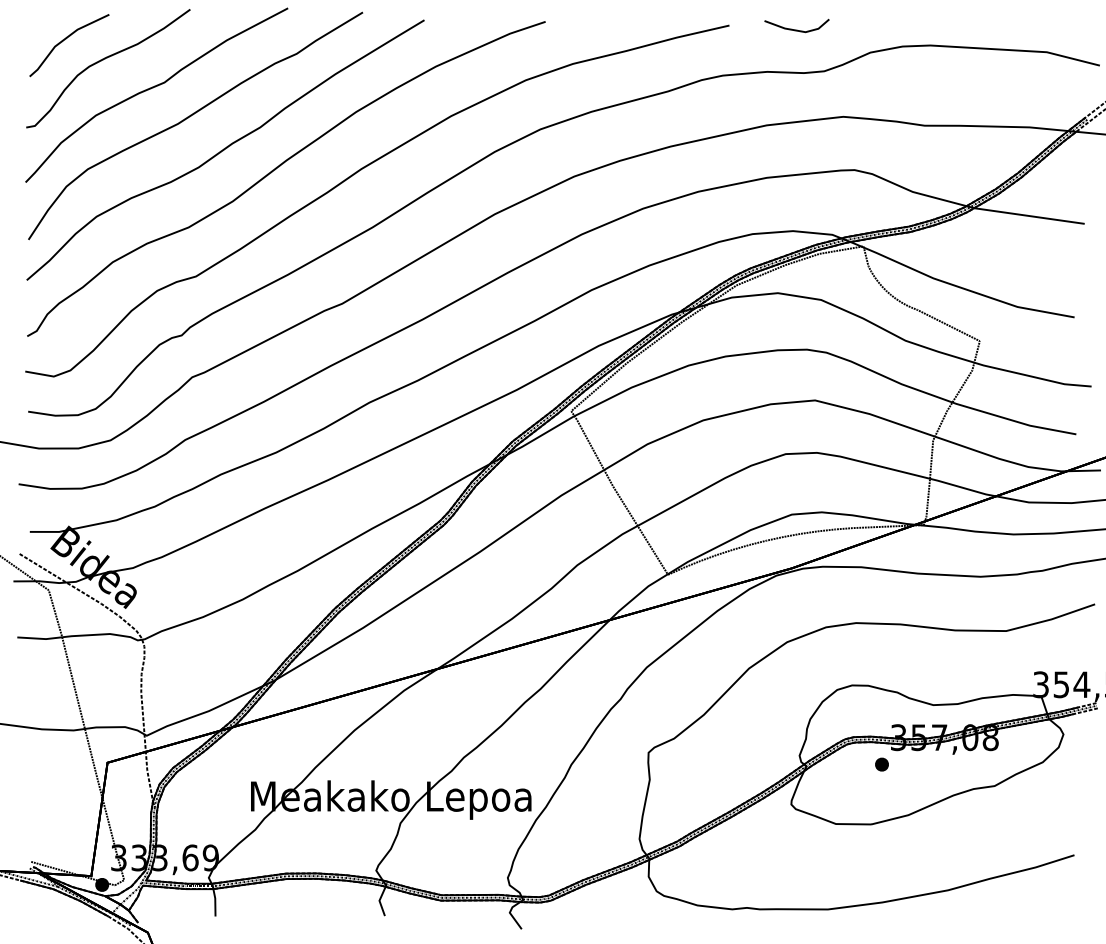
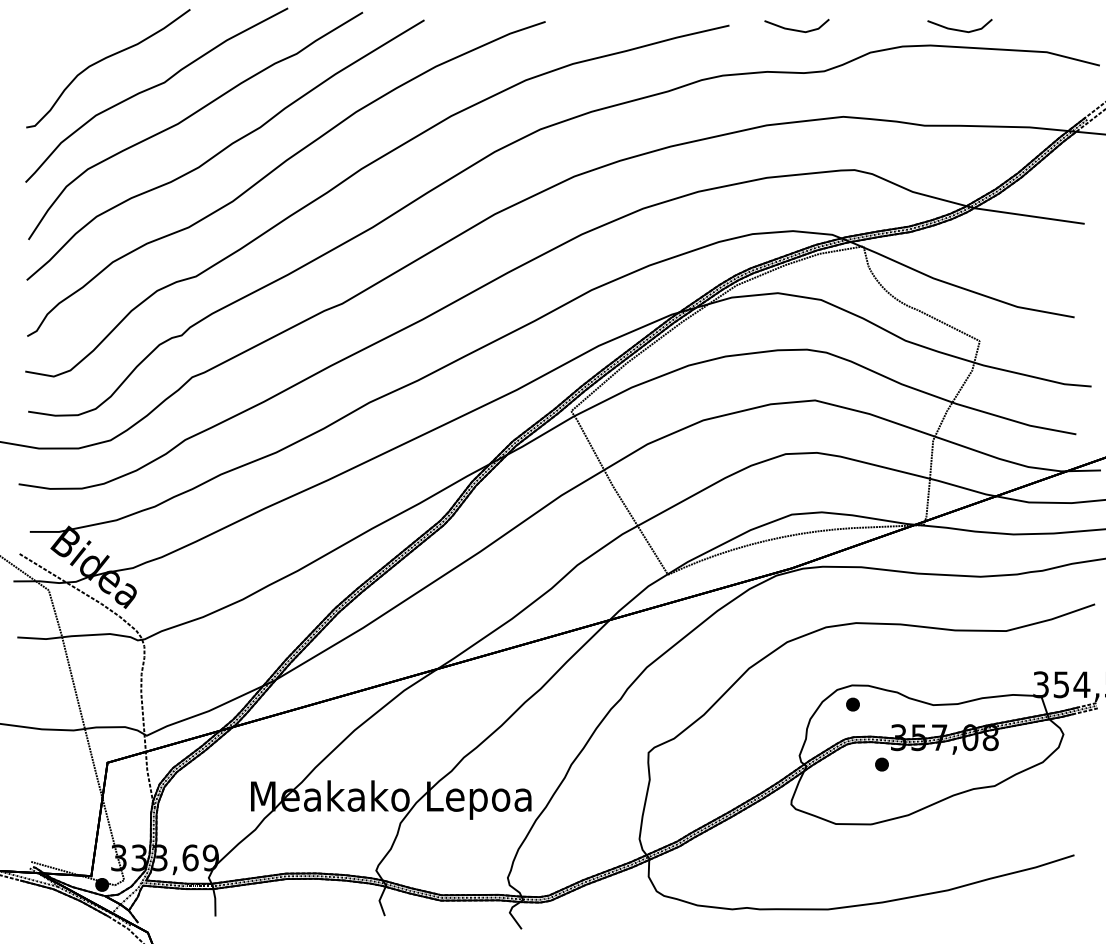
line at (959, 29): none -> present
part at (66, 39): present -> none
part at (852, 704): none -> present
